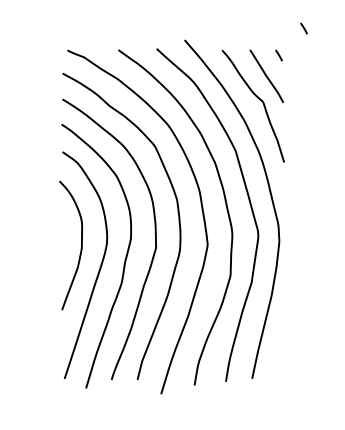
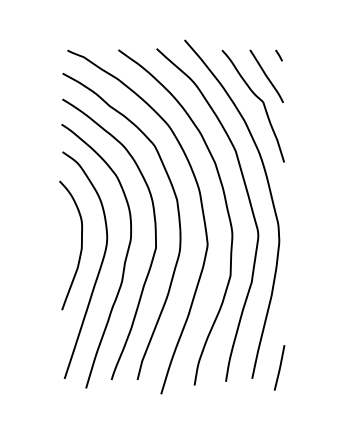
curve at (303, 28): present -> none
line at (279, 367): none -> present
